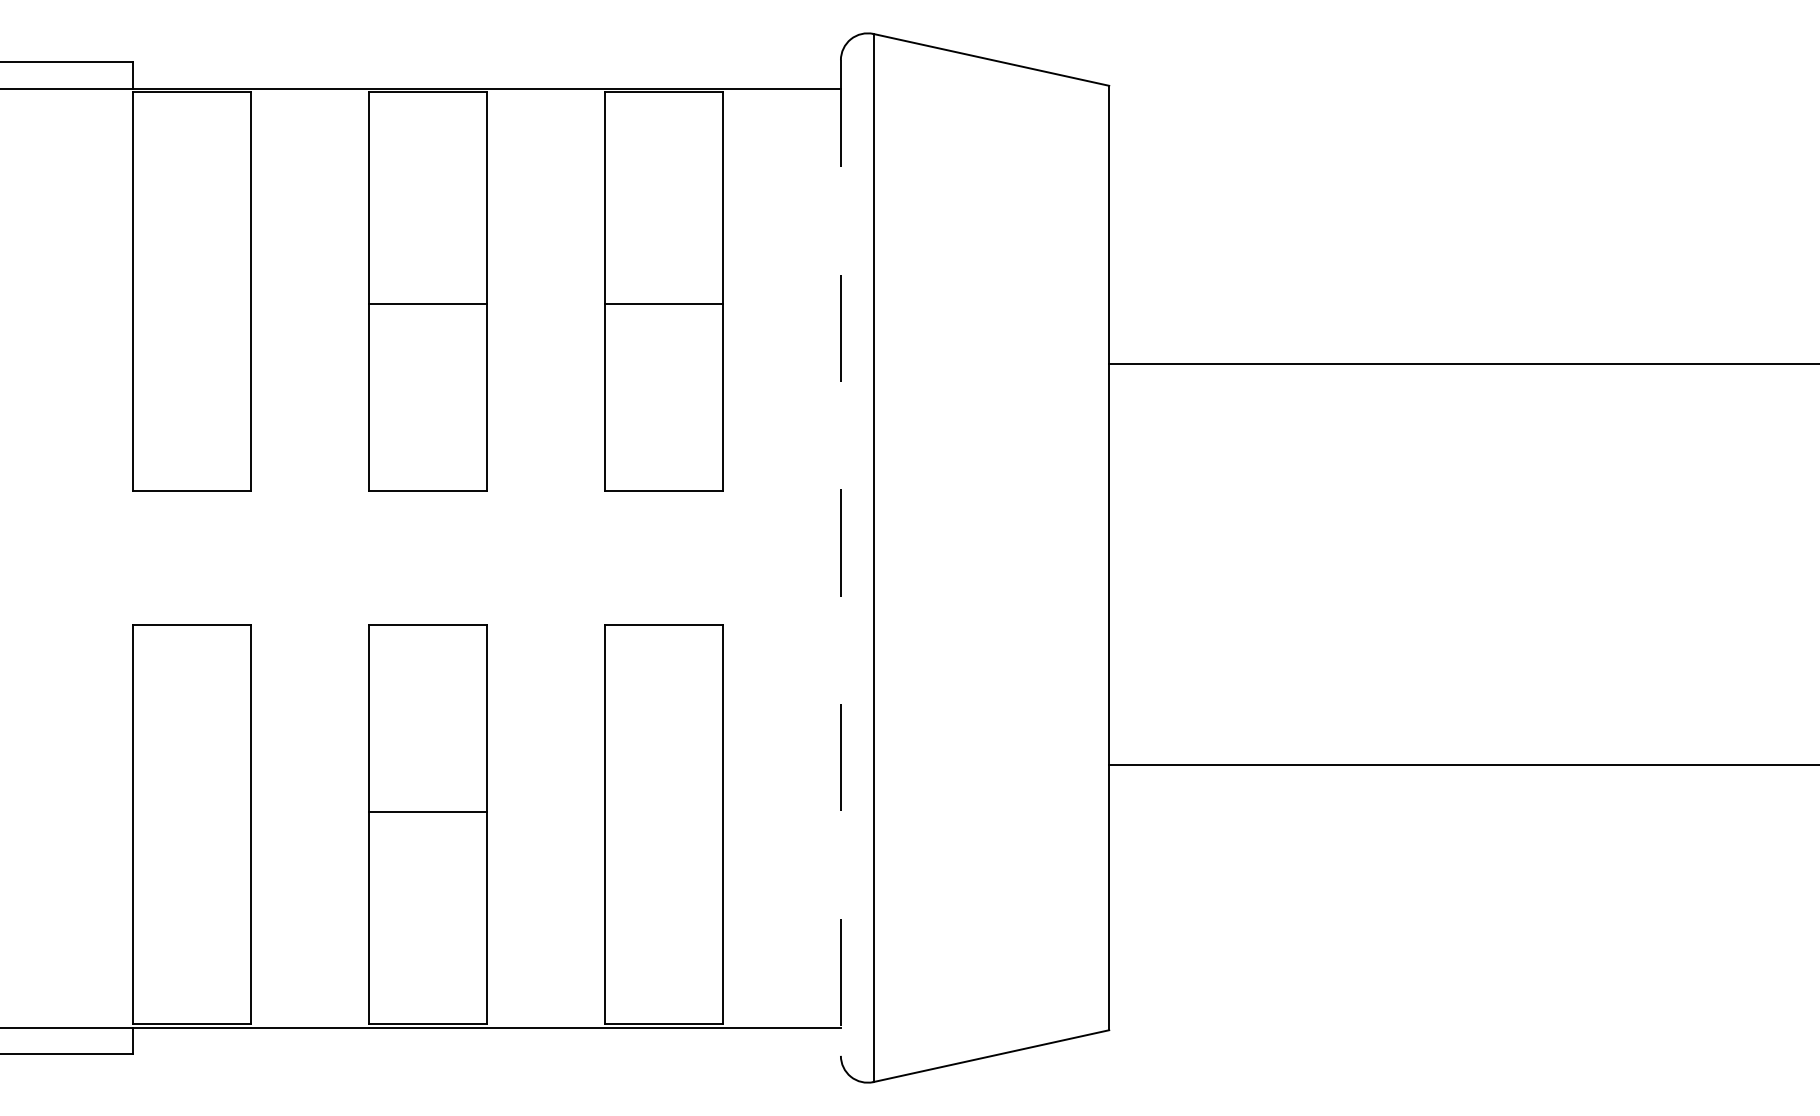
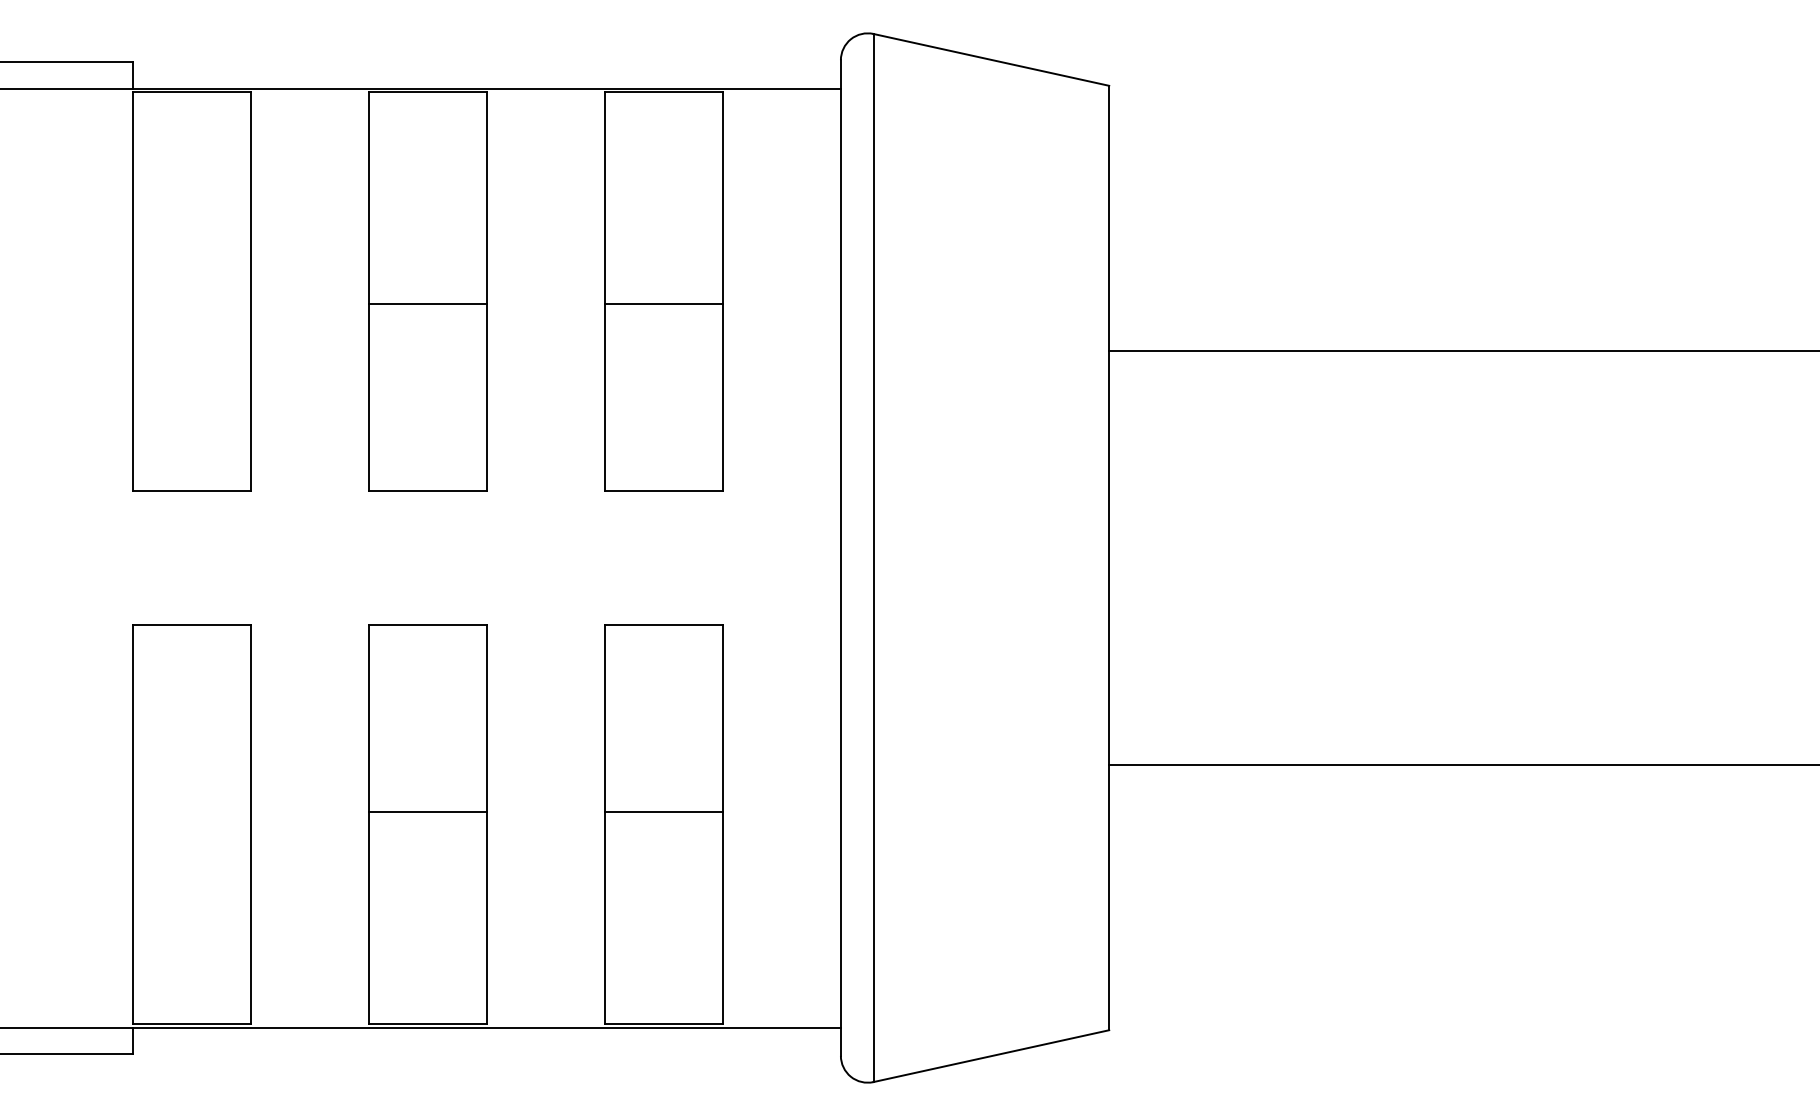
line at (1462, 364) position: (1462, 364) -> (1462, 351)
line at (840, 558): dashed -> solid
line at (663, 811): none -> present
